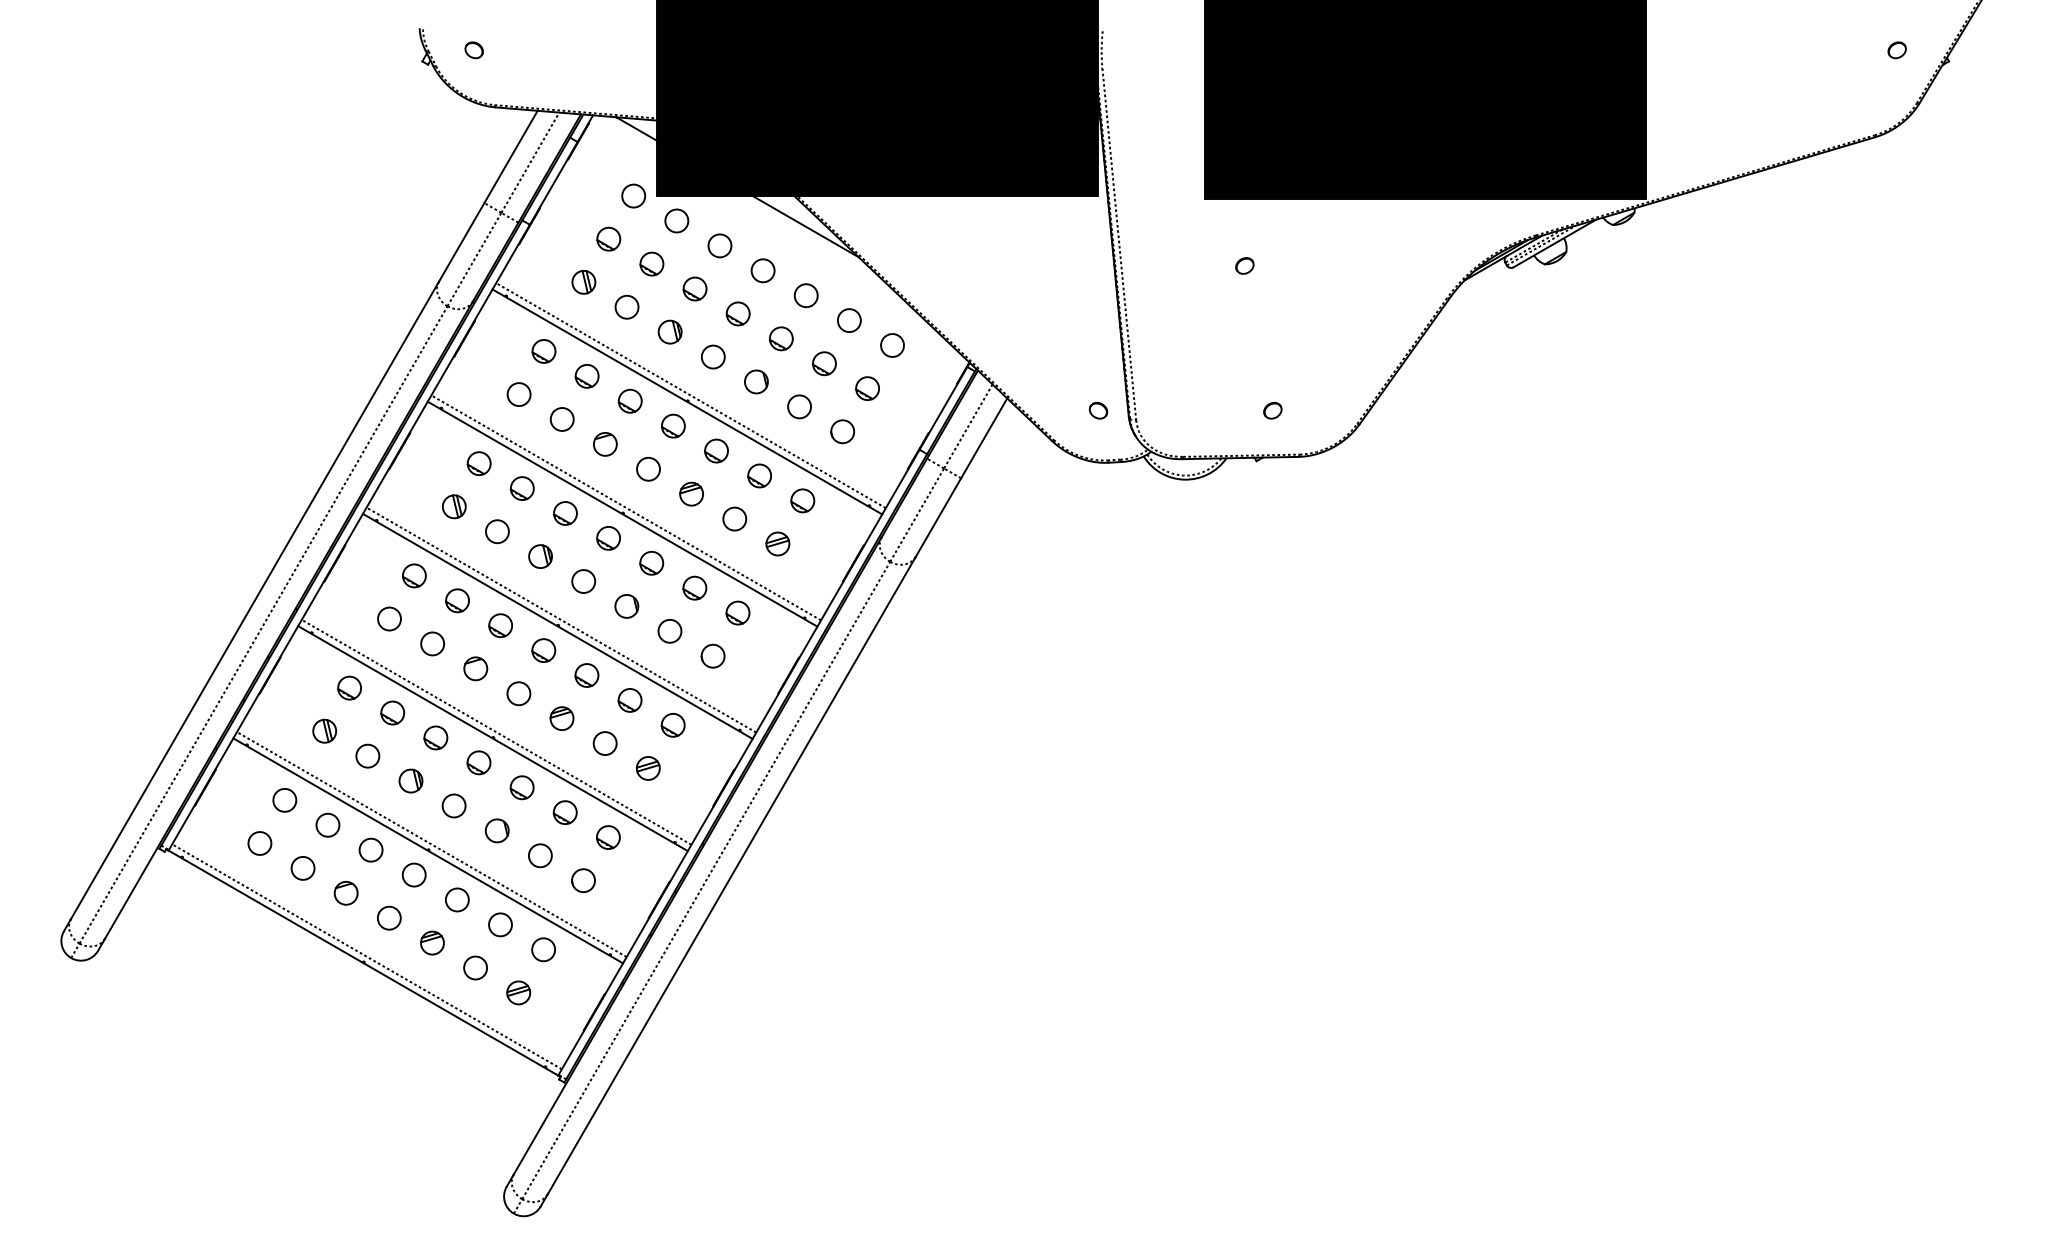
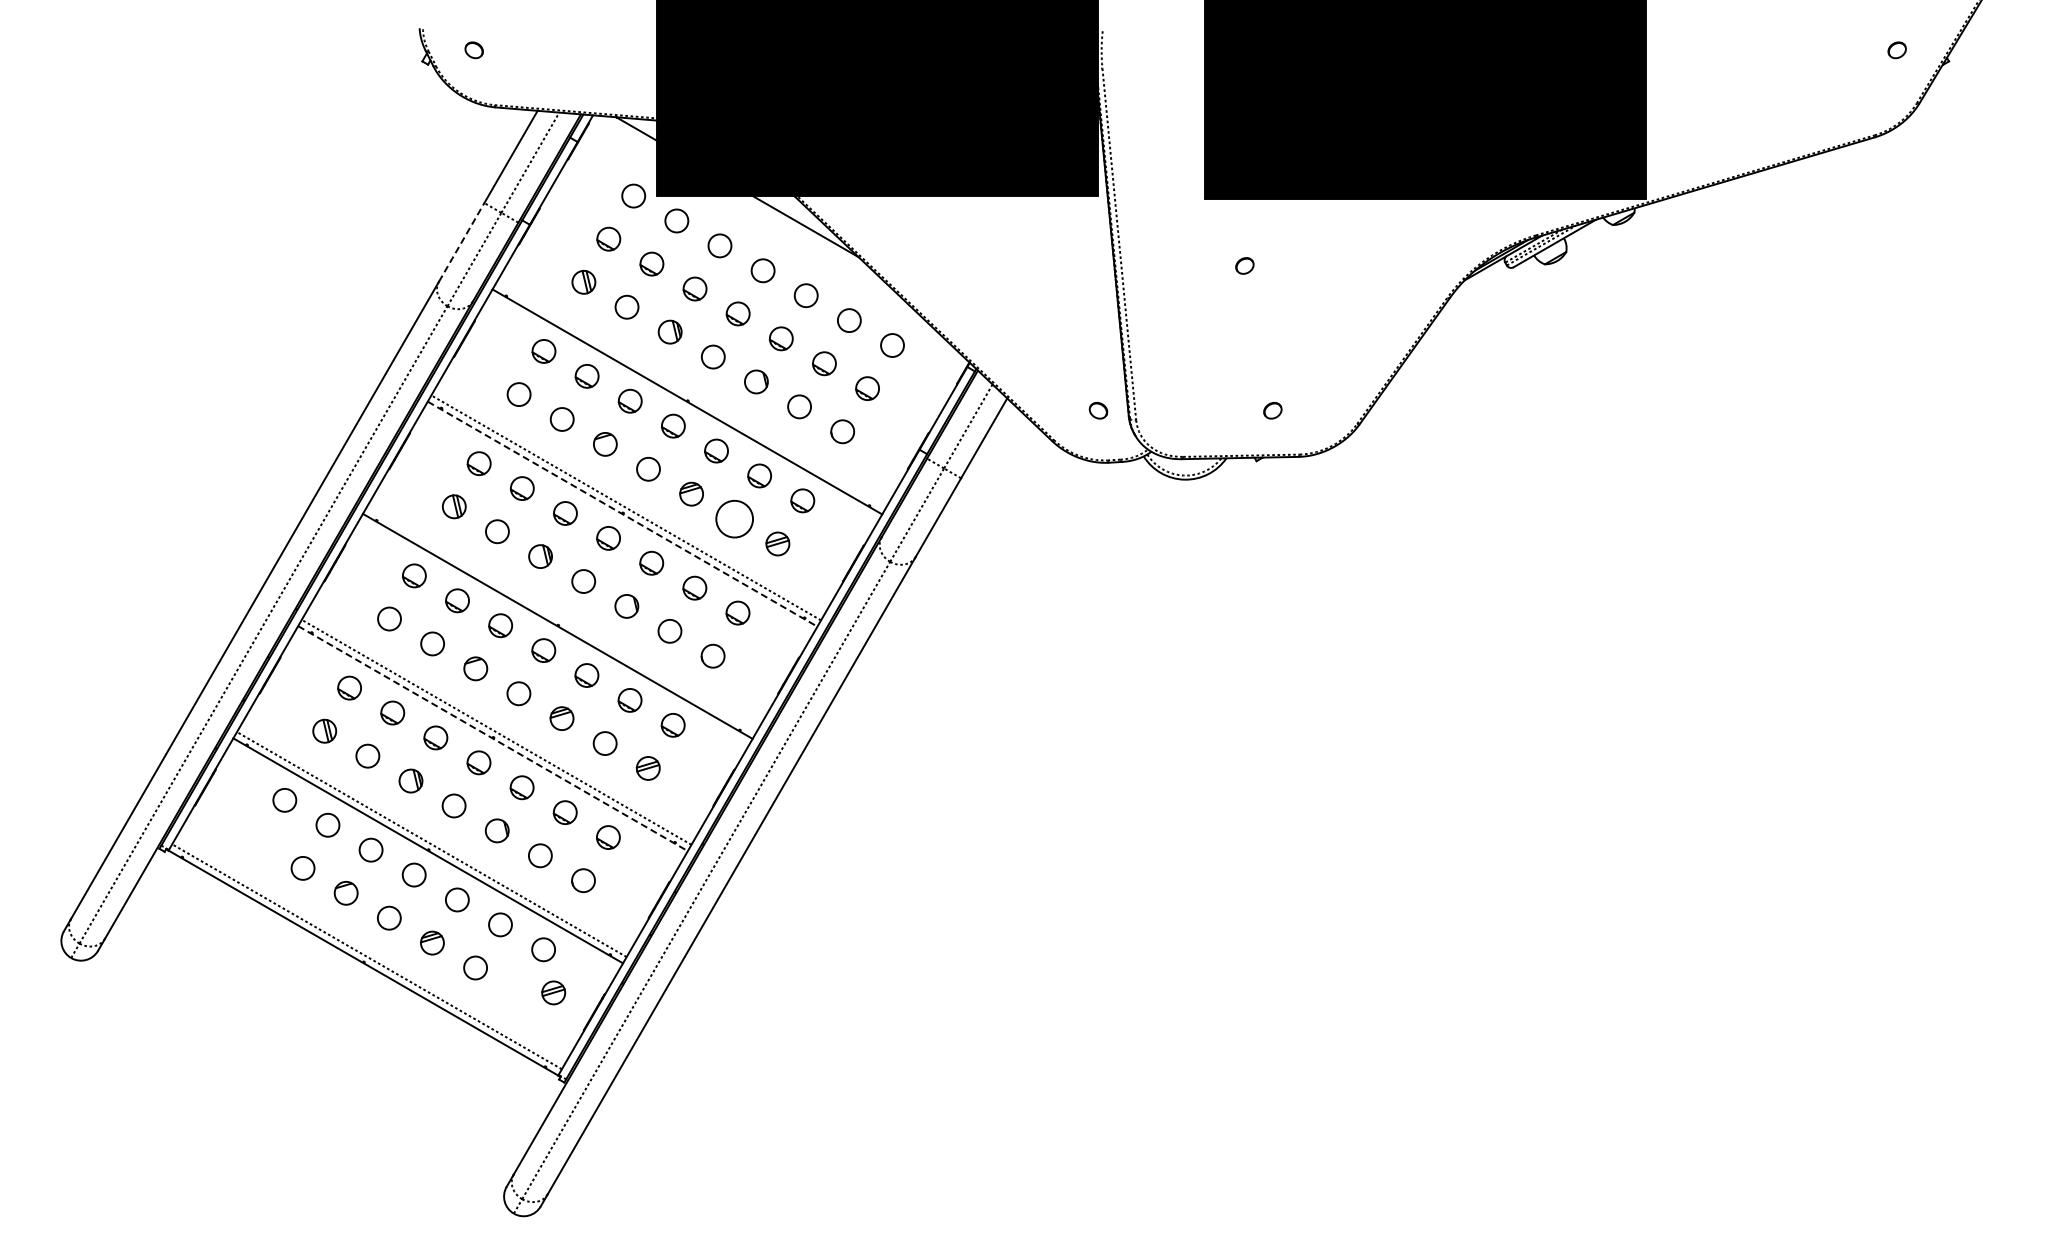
line at (461, 241): solid -> dashed
line at (690, 395): present -> none
line at (622, 514): solid -> dashed
circle at (734, 518) size: 26x26 px -> 39x40 px
line at (561, 619): present -> none
line at (493, 738): solid -> dashed
circle at (259, 843): present -> none
part at (518, 992) position: (518, 992) -> (553, 992)
